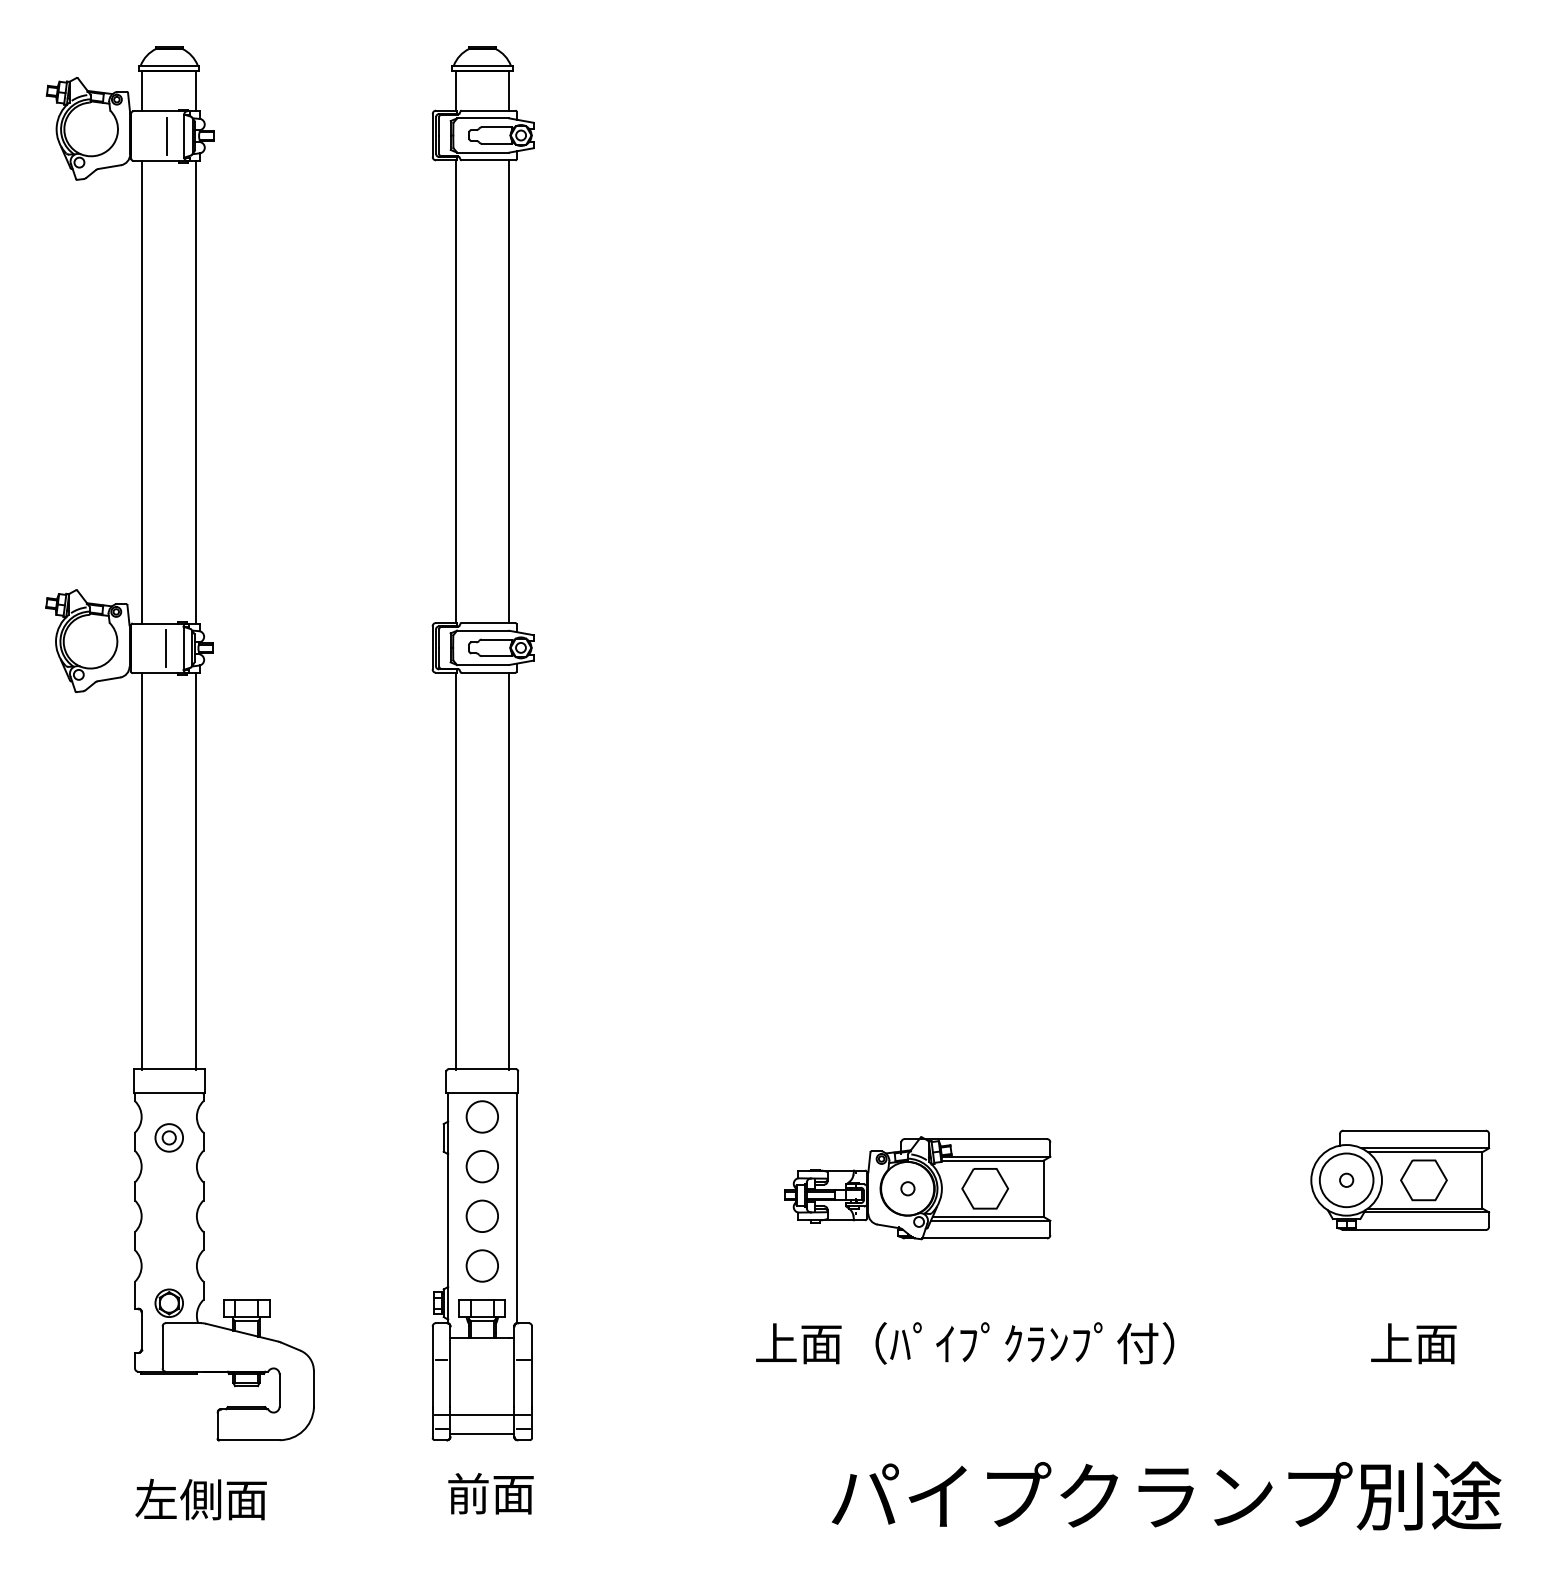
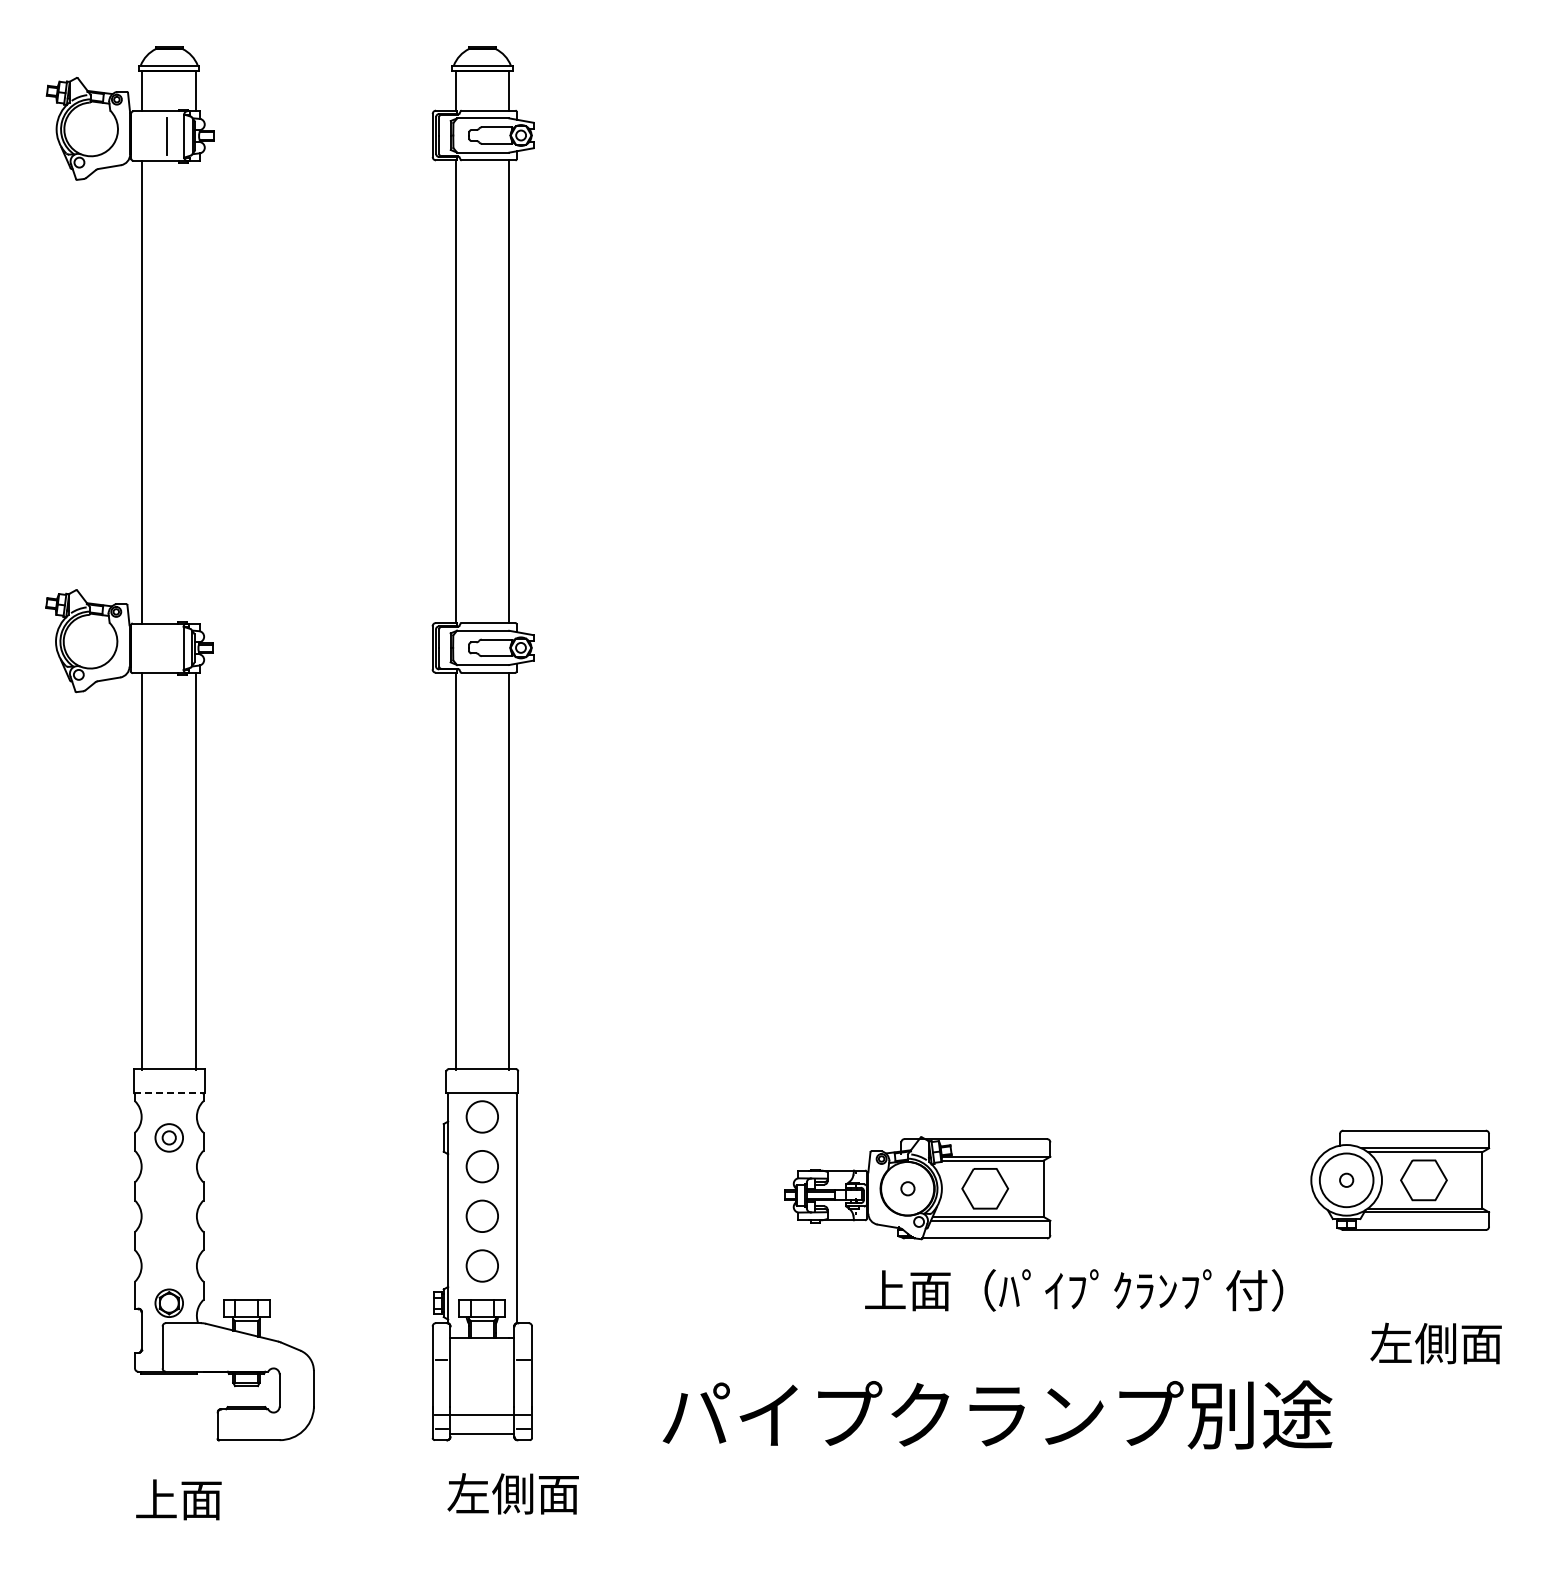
line at (196, 391): present -> none
line at (165, 648): present -> none
line at (169, 1093): solid -> dashed
text at (965, 1343) position: (965, 1343) -> (1074, 1290)
text at (1435, 1343): 上面 -> 左側面
text at (512, 1493): 前面 -> 左側面
text at (1166, 1495) position: (1166, 1495) -> (997, 1414)
text at (200, 1499): 左側面 -> 上面
